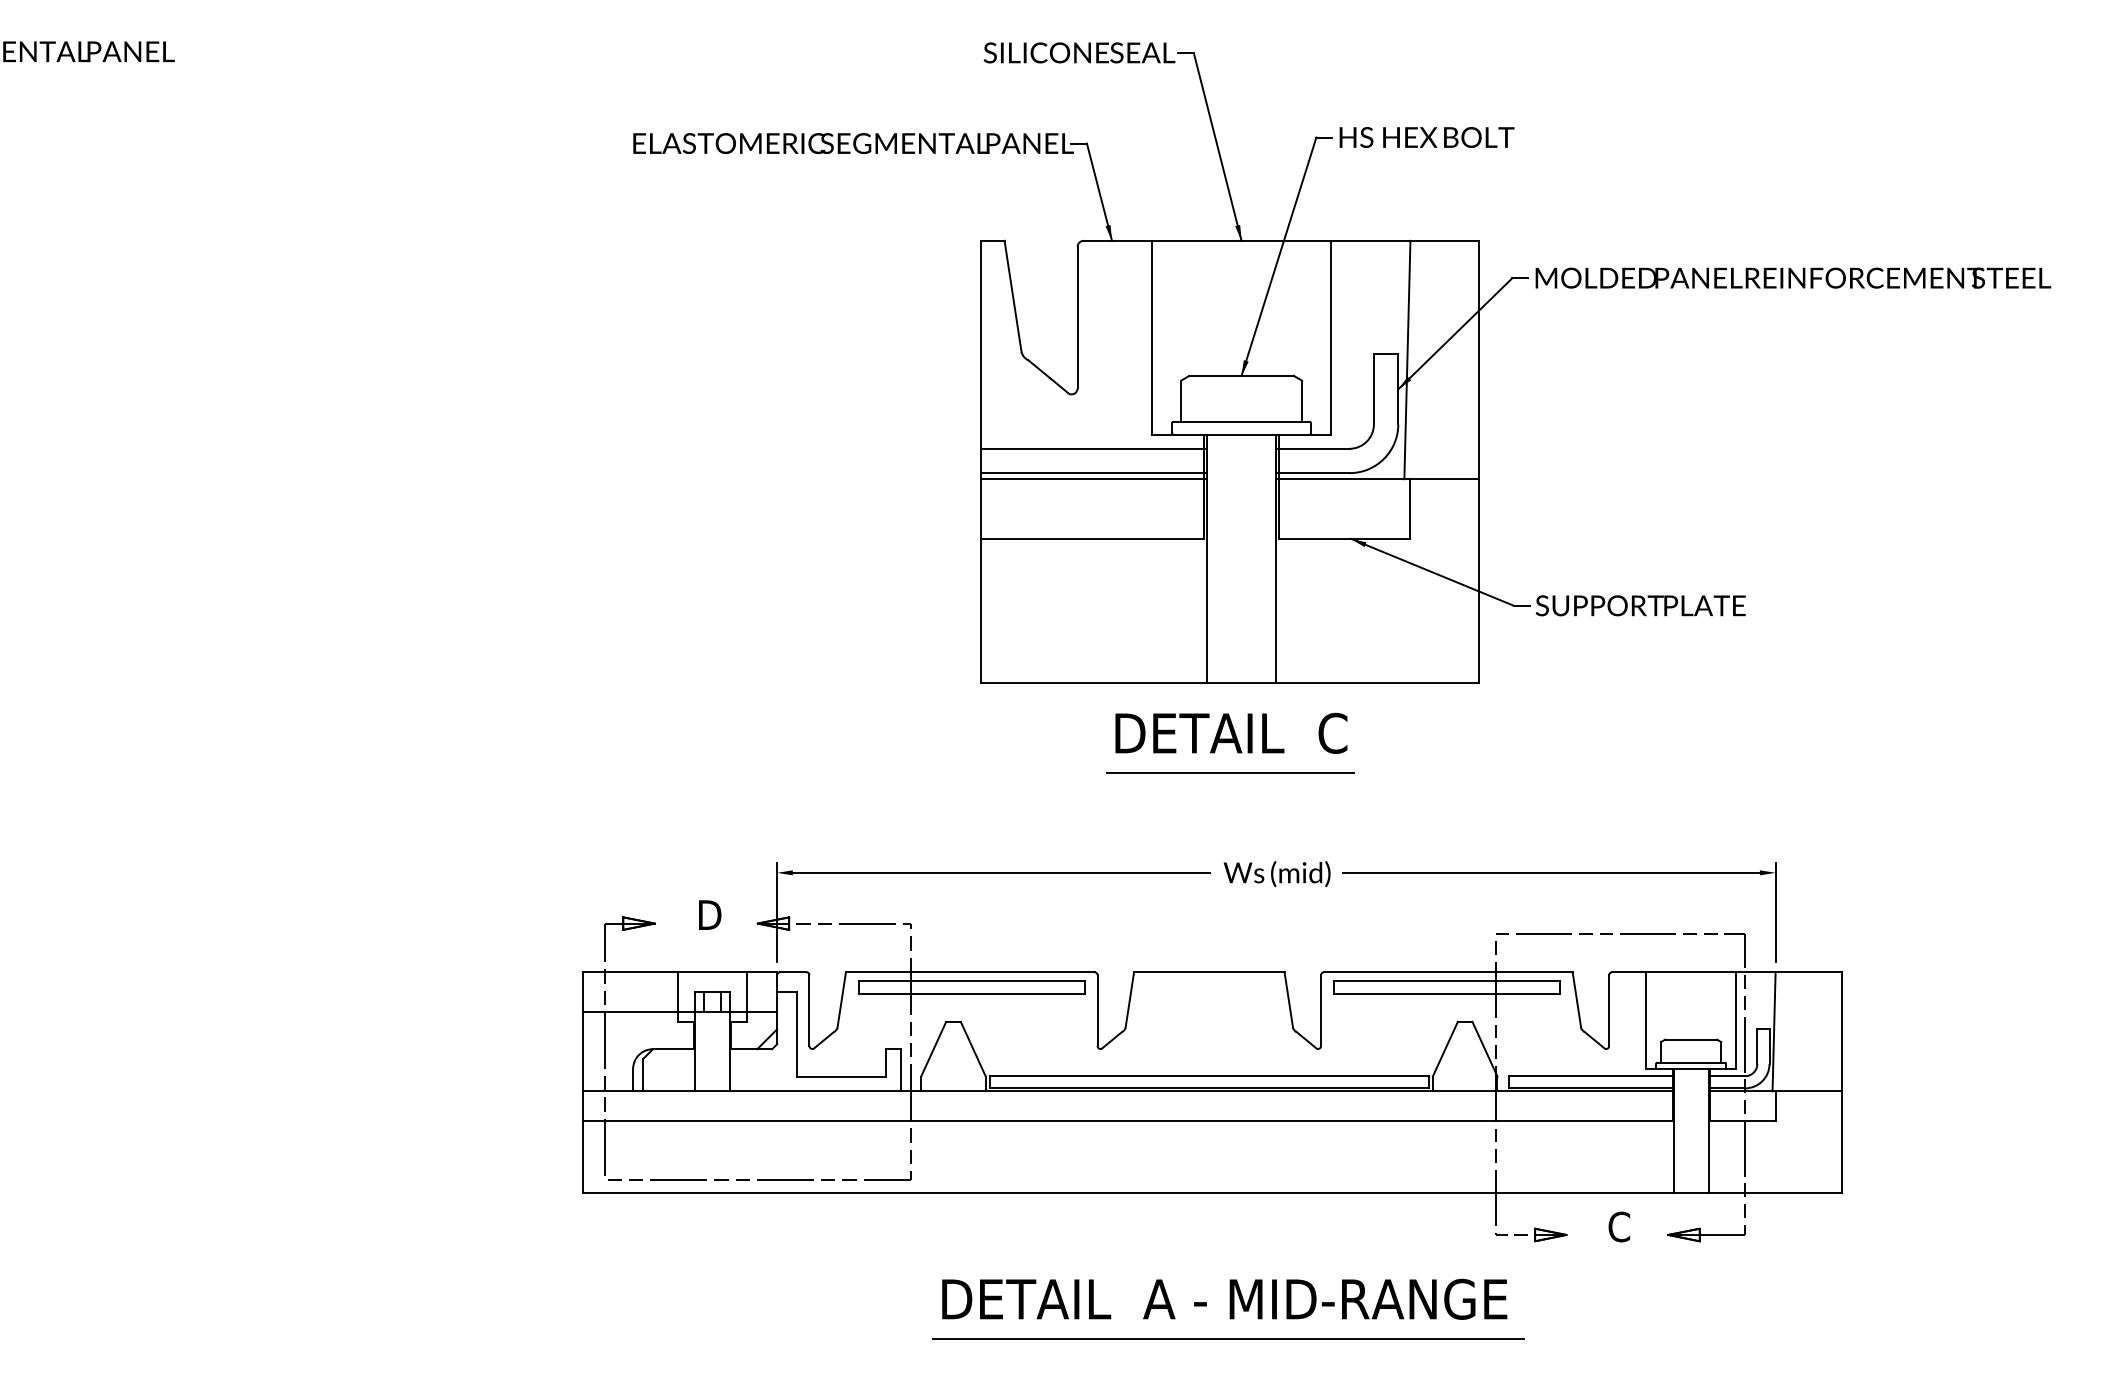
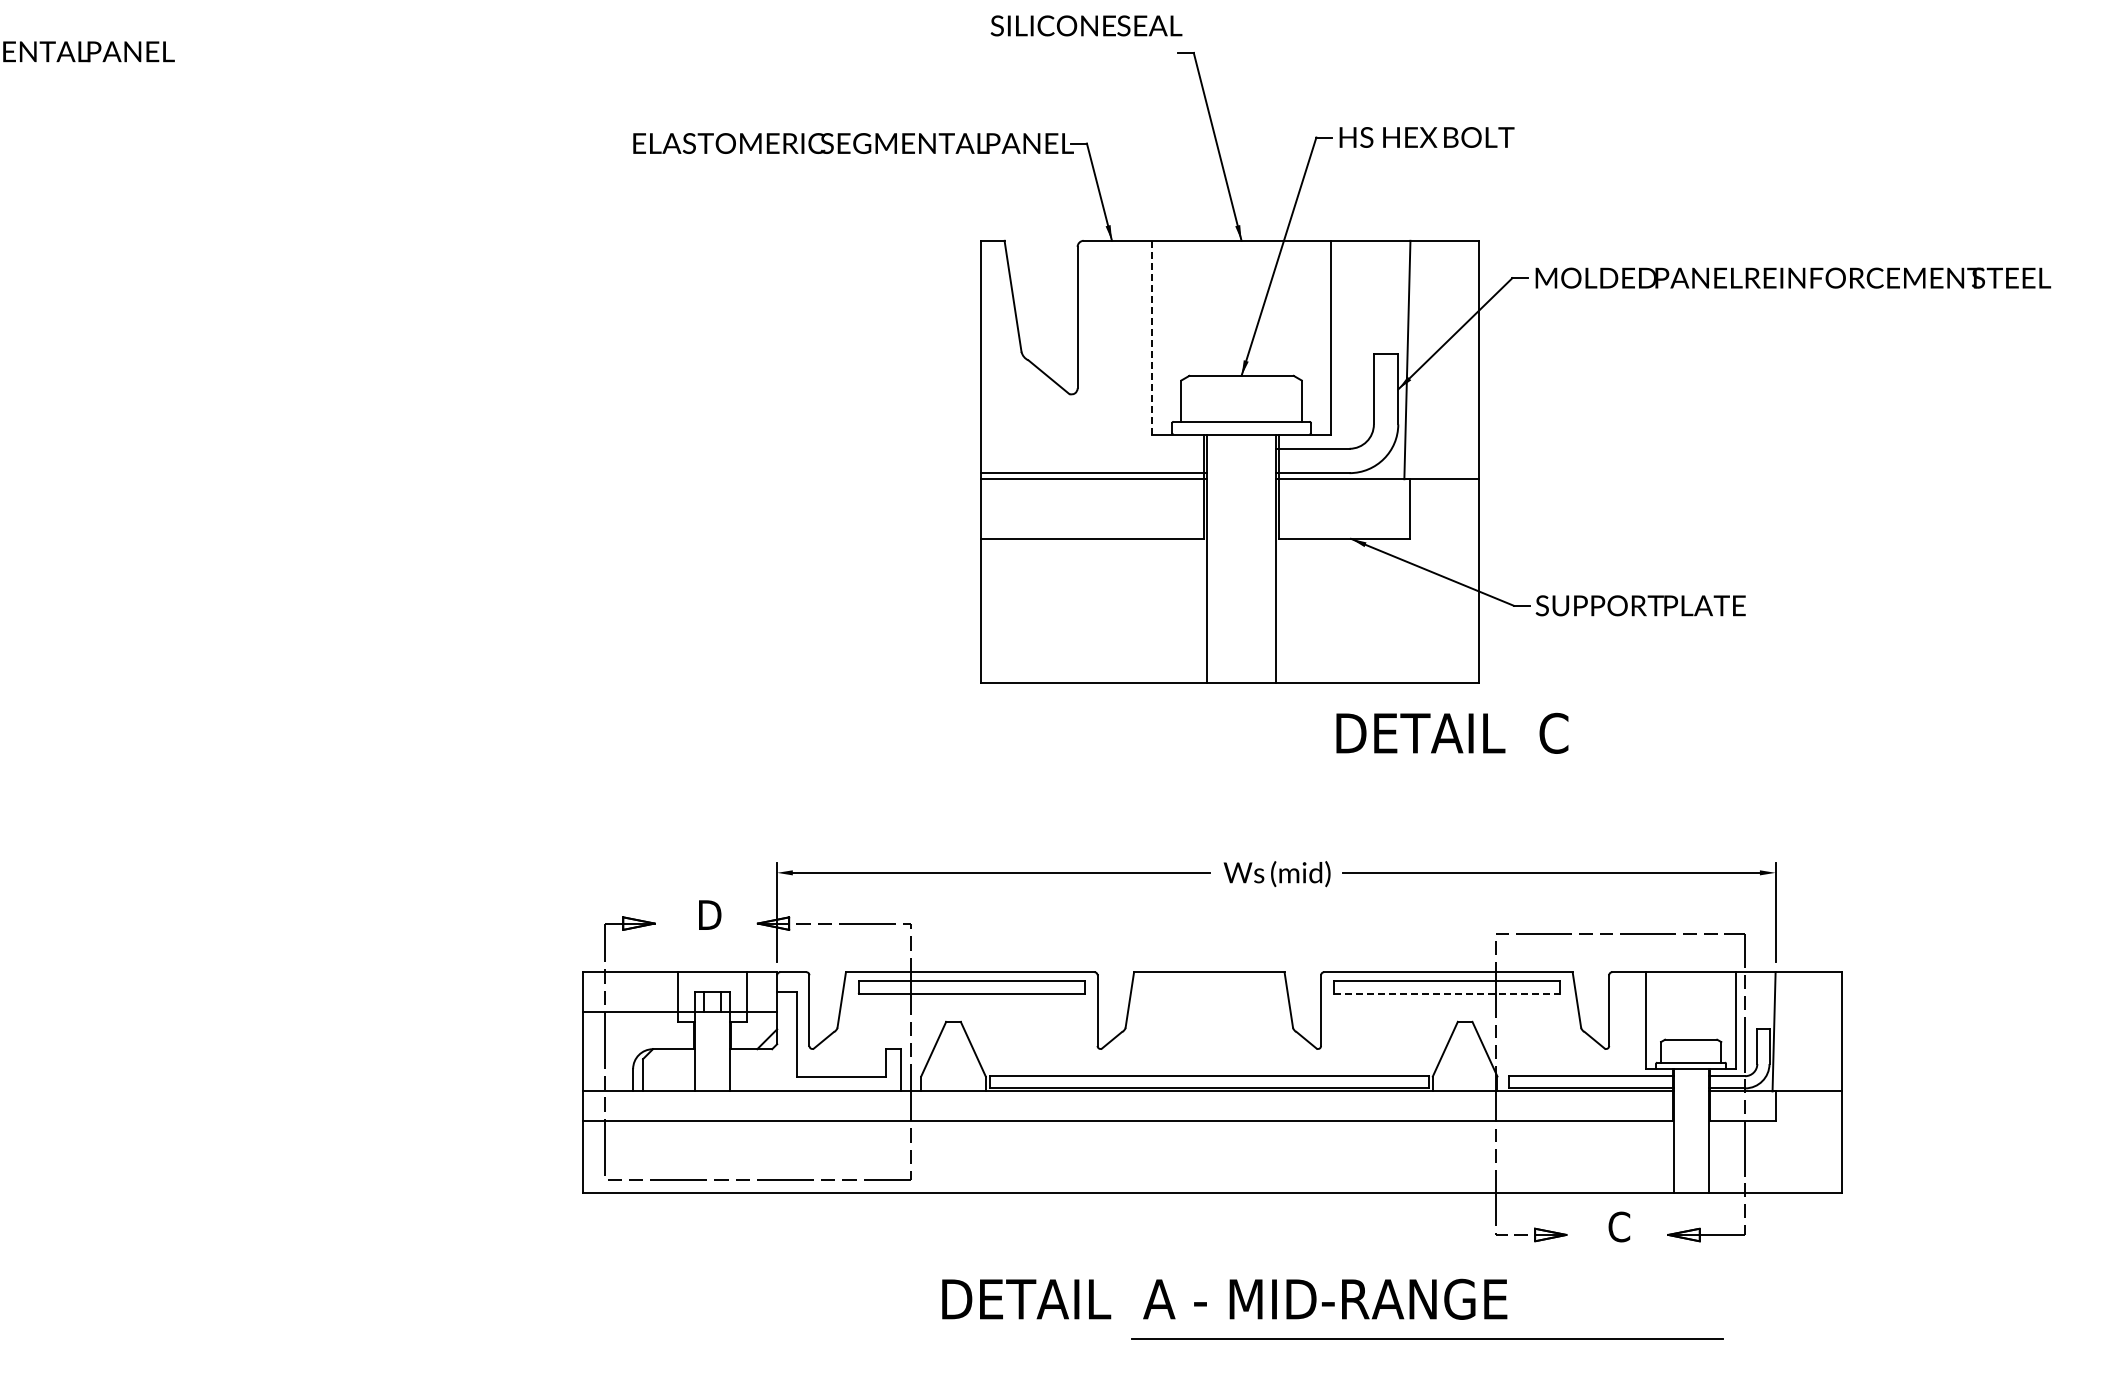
text at (1079, 52) position: (1079, 52) -> (1086, 25)
line at (1152, 337): solid -> dashed
line at (1093, 448): present -> none
text at (1231, 732) position: (1231, 732) -> (1452, 732)
line at (1229, 772): present -> none
line at (1446, 993): solid -> dashed
line at (1228, 1338) position: (1228, 1338) -> (1427, 1338)
